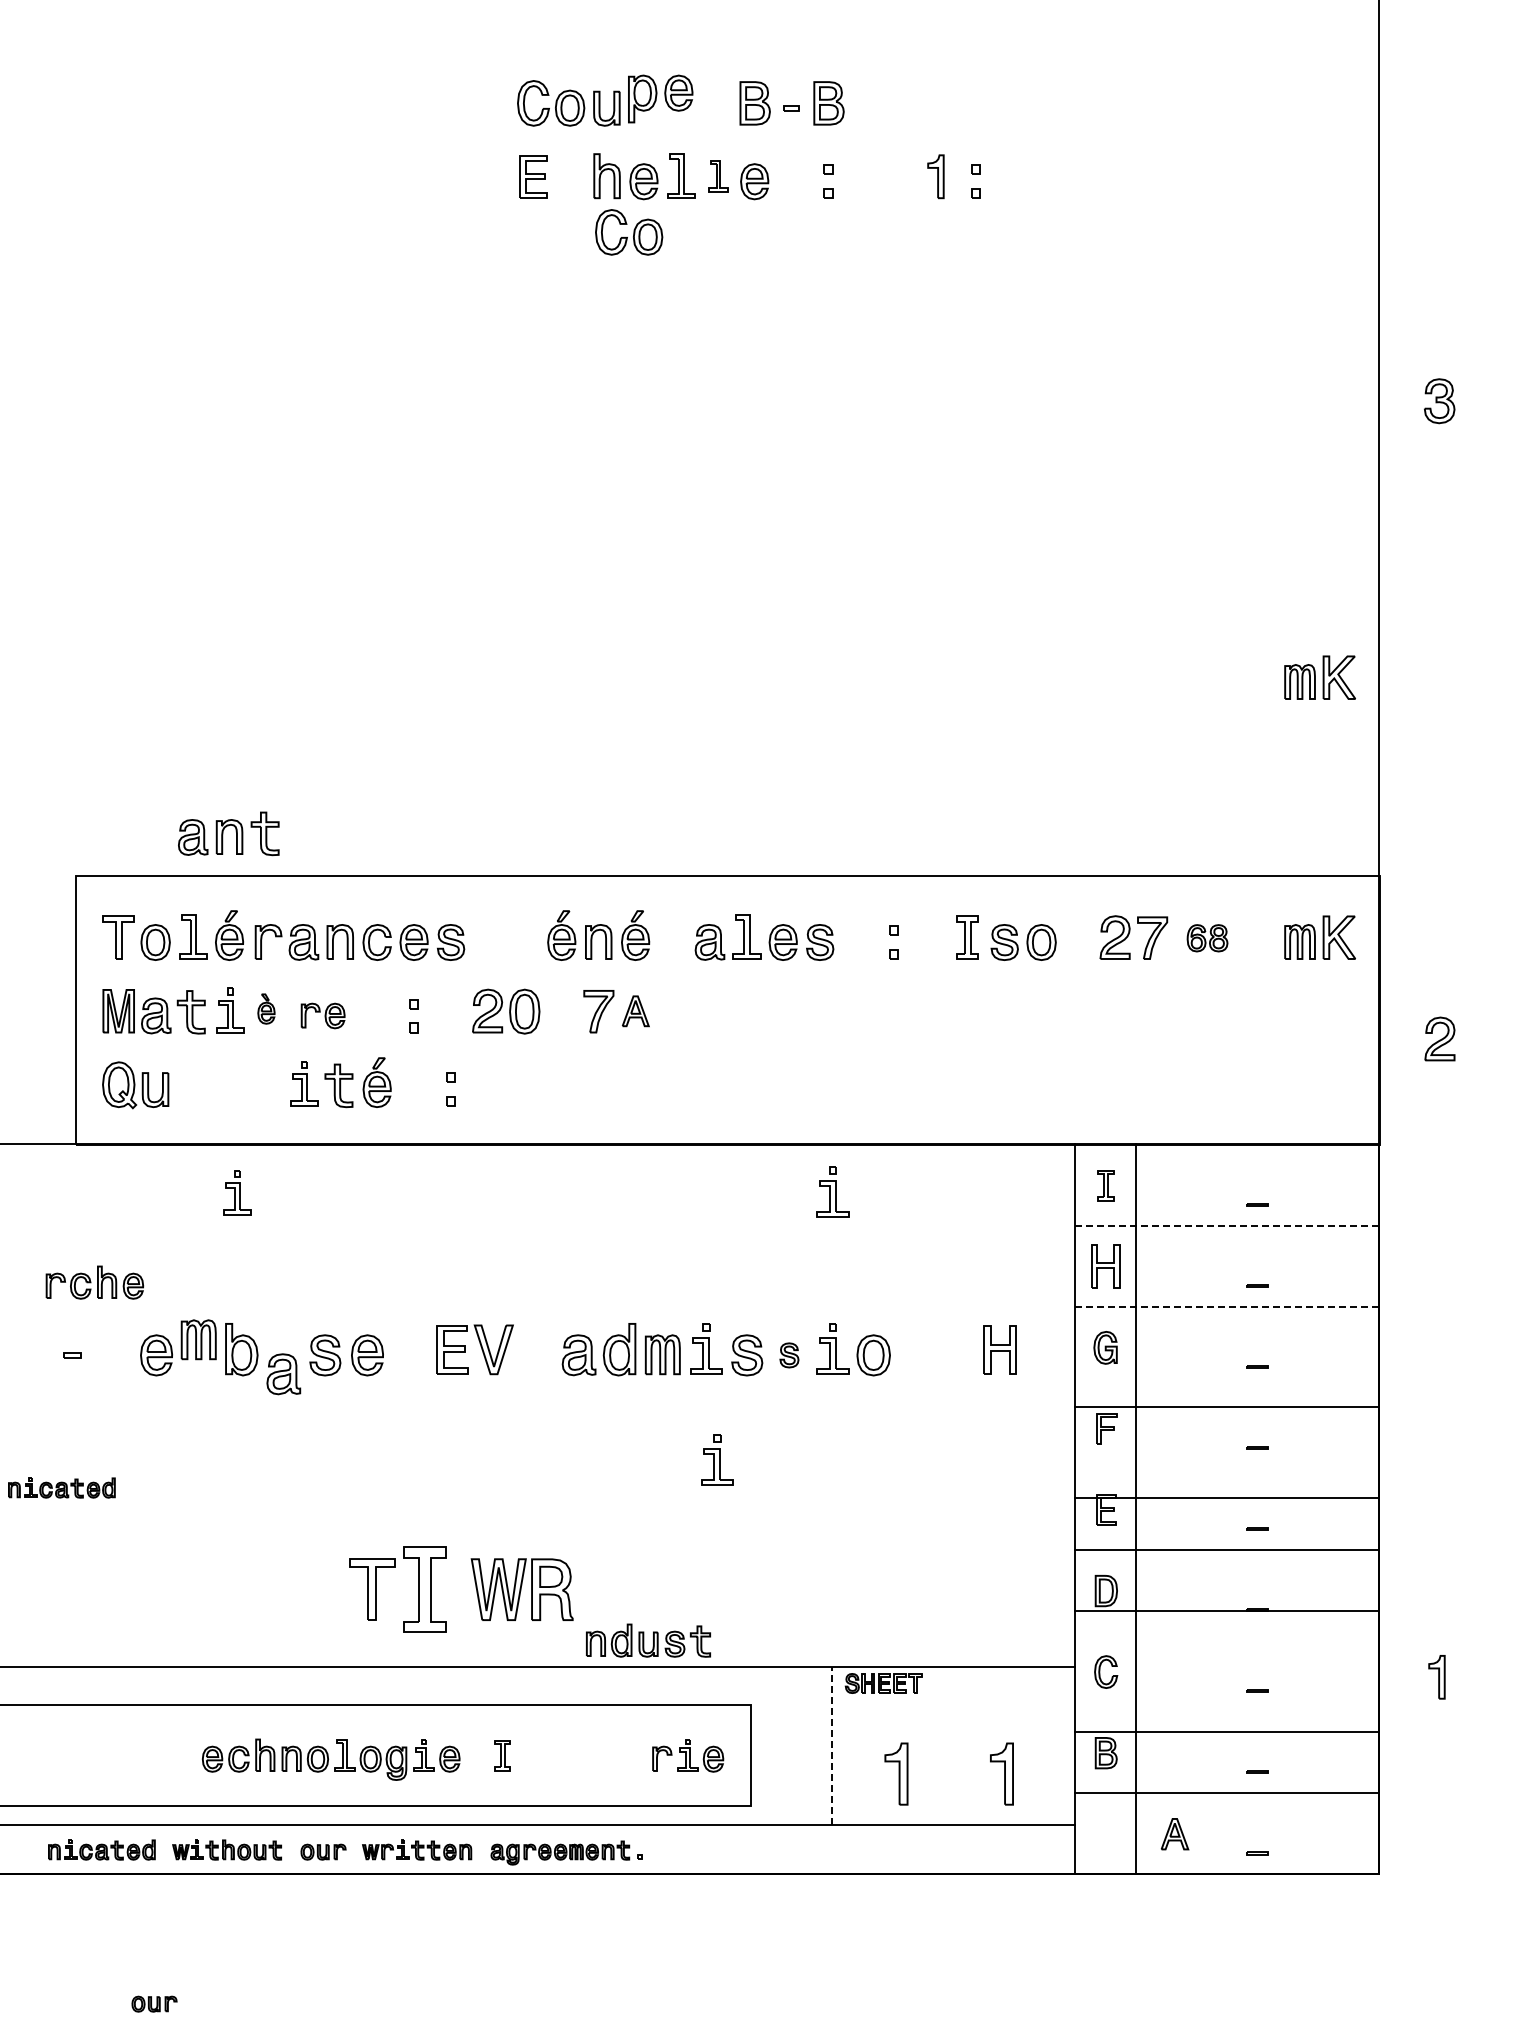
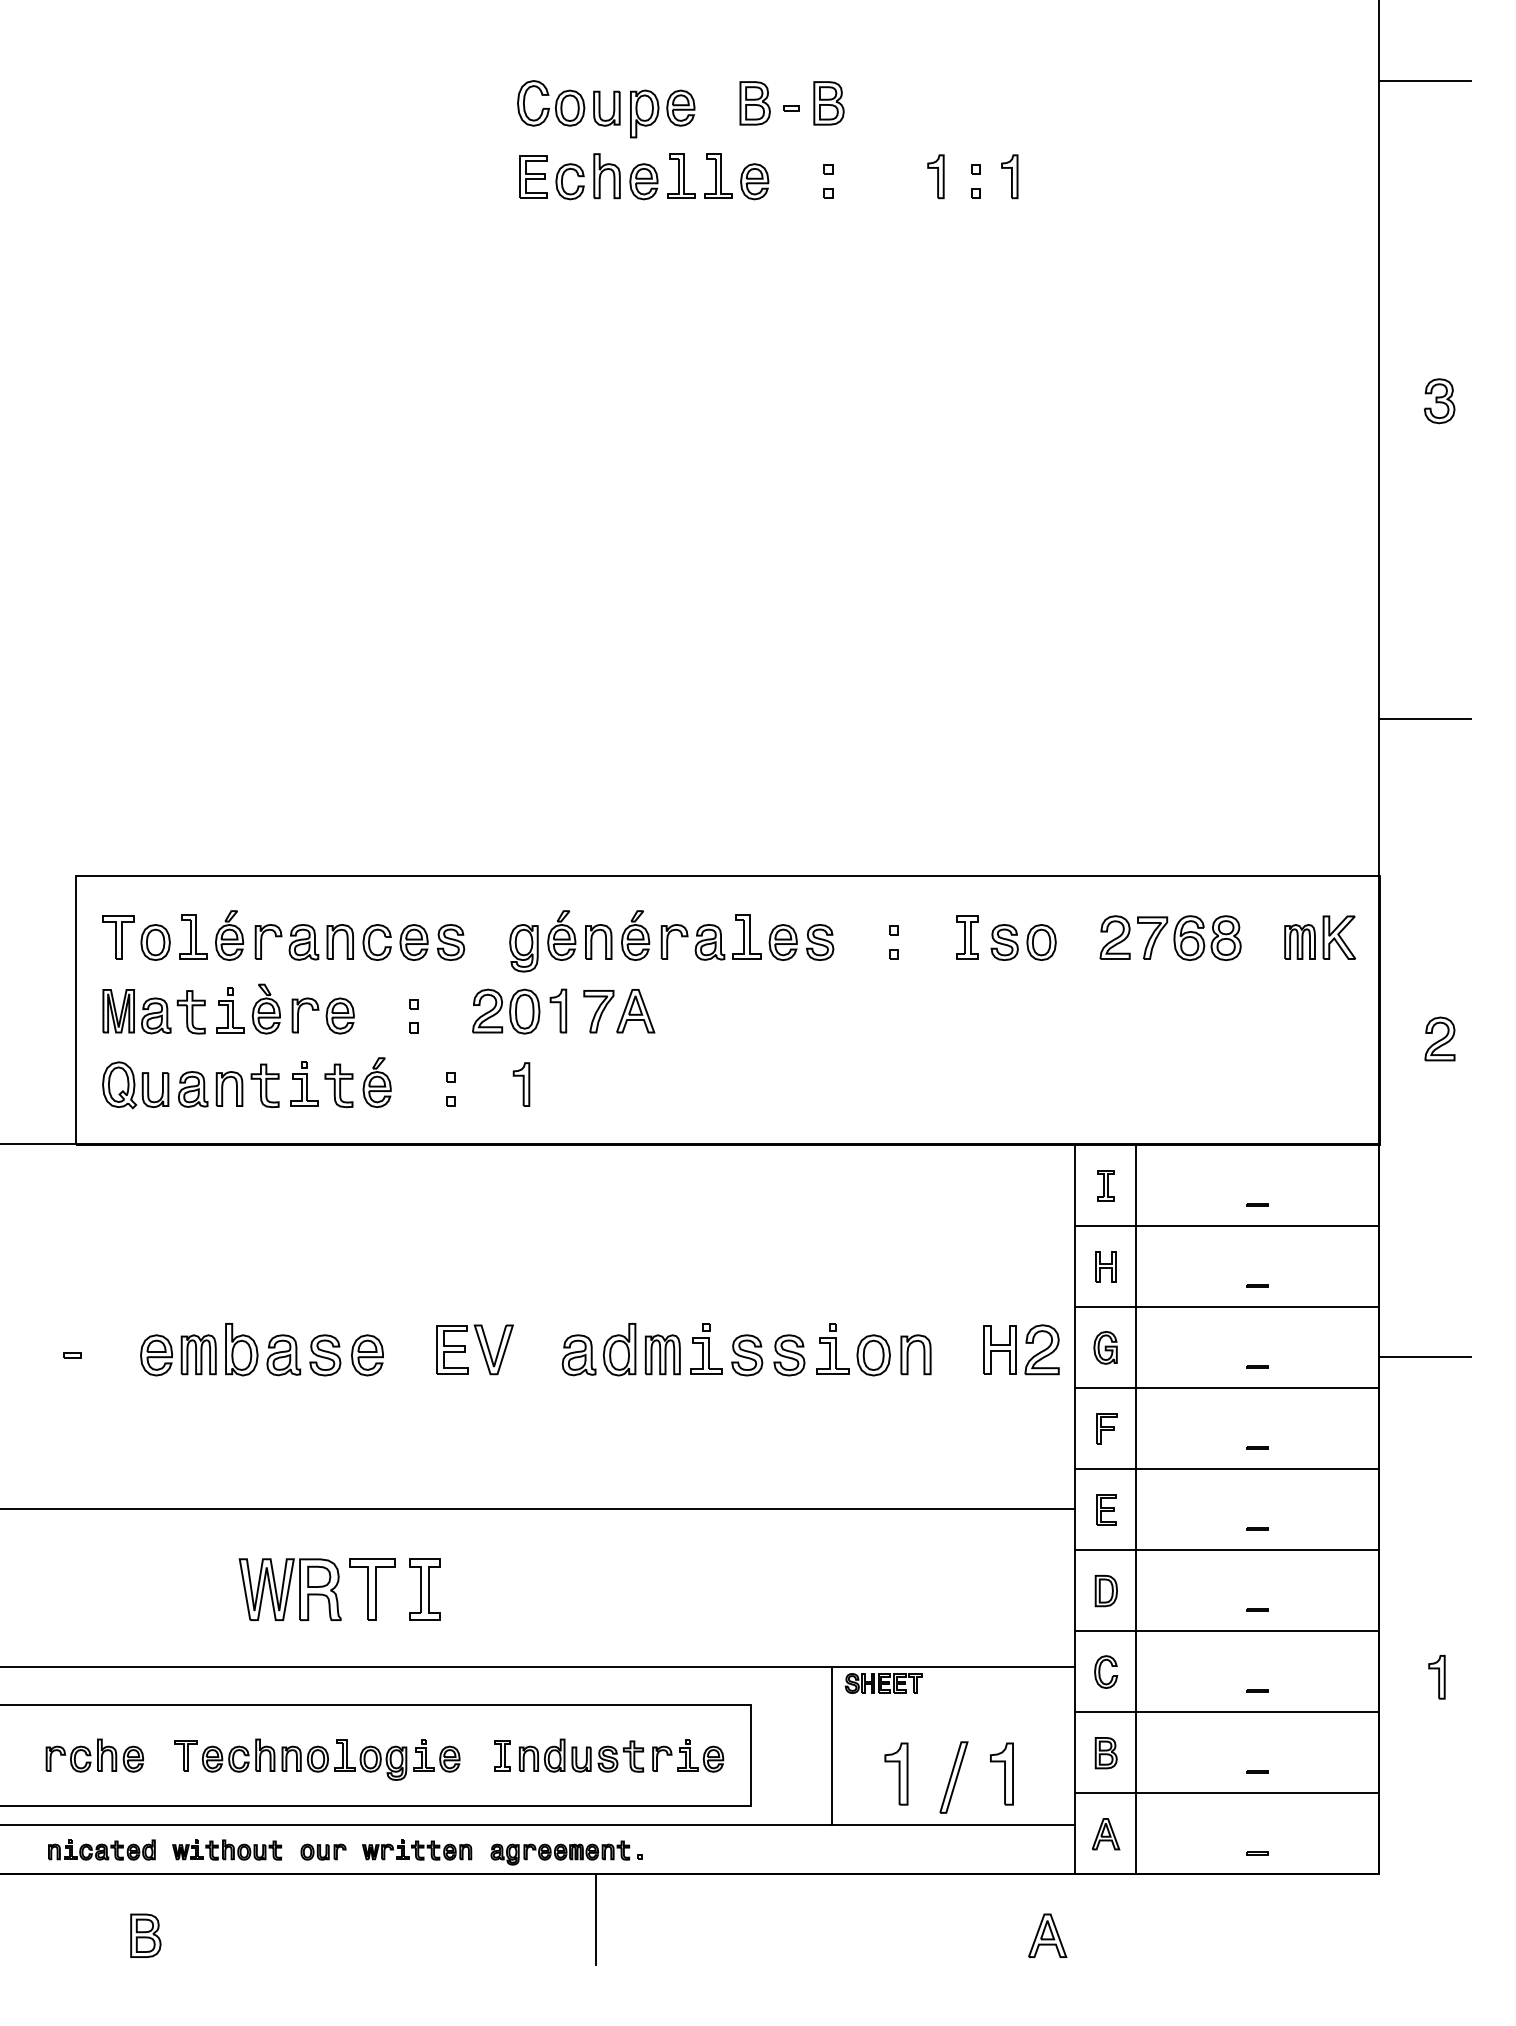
line at (1424, 80): none -> present
part at (660, 98) position: (660, 98) -> (662, 113)
part at (718, 176) size: 21x33 px -> 29x46 px
part at (1009, 176): none -> present
part at (563, 178): none -> present
part at (629, 232): present -> none
part at (1319, 677): present -> none
line at (1424, 718): none -> present
part at (228, 833) position: (228, 833) -> (228, 1085)
part at (1207, 938) size: 43x29 px -> 69x47 px
part at (674, 941): none -> present
part at (523, 948): none -> present
part at (266, 1008) size: 19x32 px -> 29x52 px
part at (558, 1010): none -> present
part at (635, 1011) size: 28x33 px -> 40x45 px
part at (322, 1015) size: 46x28 px -> 64x38 px
part at (521, 1084): none -> present
part at (832, 1191): present -> none
part at (237, 1192): present -> none
line at (1227, 1225): dashed -> solid
part at (1105, 1266) size: 30x45 px -> 22x32 px
part at (94, 1282) position: (94, 1282) -> (94, 1755)
line at (1227, 1306): dashed -> solid
part at (198, 1339) position: (198, 1339) -> (198, 1354)
part at (1041, 1349): none -> present
part at (908, 1354): none -> present
part at (789, 1355) size: 21x27 px -> 33x43 px
line at (1424, 1357): none -> present
part at (283, 1374) position: (283, 1374) -> (283, 1355)
line at (1227, 1406) position: (1227, 1406) -> (1227, 1387)
part at (717, 1459): present -> none
part at (61, 1487): present -> none
line at (1227, 1497) position: (1227, 1497) -> (1227, 1468)
line at (538, 1509): none -> present
part at (424, 1589) size: 44x87 px -> 32x63 px
part at (521, 1589) position: (521, 1589) -> (289, 1589)
line at (1227, 1610) position: (1227, 1610) -> (1227, 1630)
part at (648, 1640) position: (648, 1640) -> (581, 1755)
line at (1227, 1731) position: (1227, 1731) -> (1227, 1711)
line at (832, 1745): dashed -> solid
part at (185, 1755): none -> present
part at (953, 1777): none -> present
part at (1174, 1834) position: (1174, 1834) -> (1105, 1834)
line at (596, 1919): none -> present
part at (145, 1935): none -> present
part at (1047, 1935): none -> present
part at (154, 2003): present -> none
